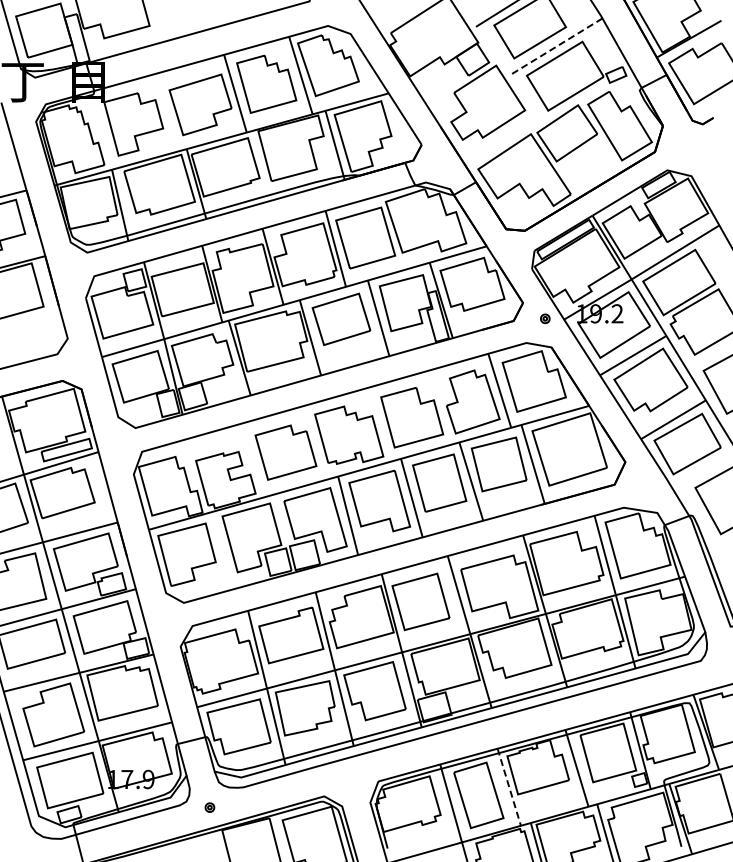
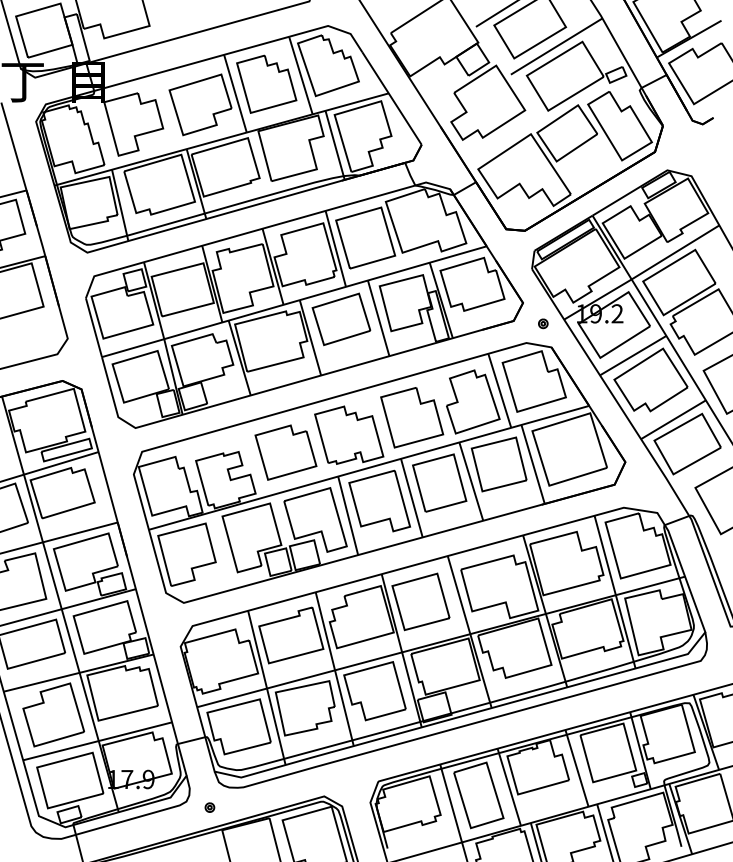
line at (556, 46): dashed -> solid
part at (545, 318) position: (545, 318) -> (543, 323)
line at (509, 786): dashed -> solid
